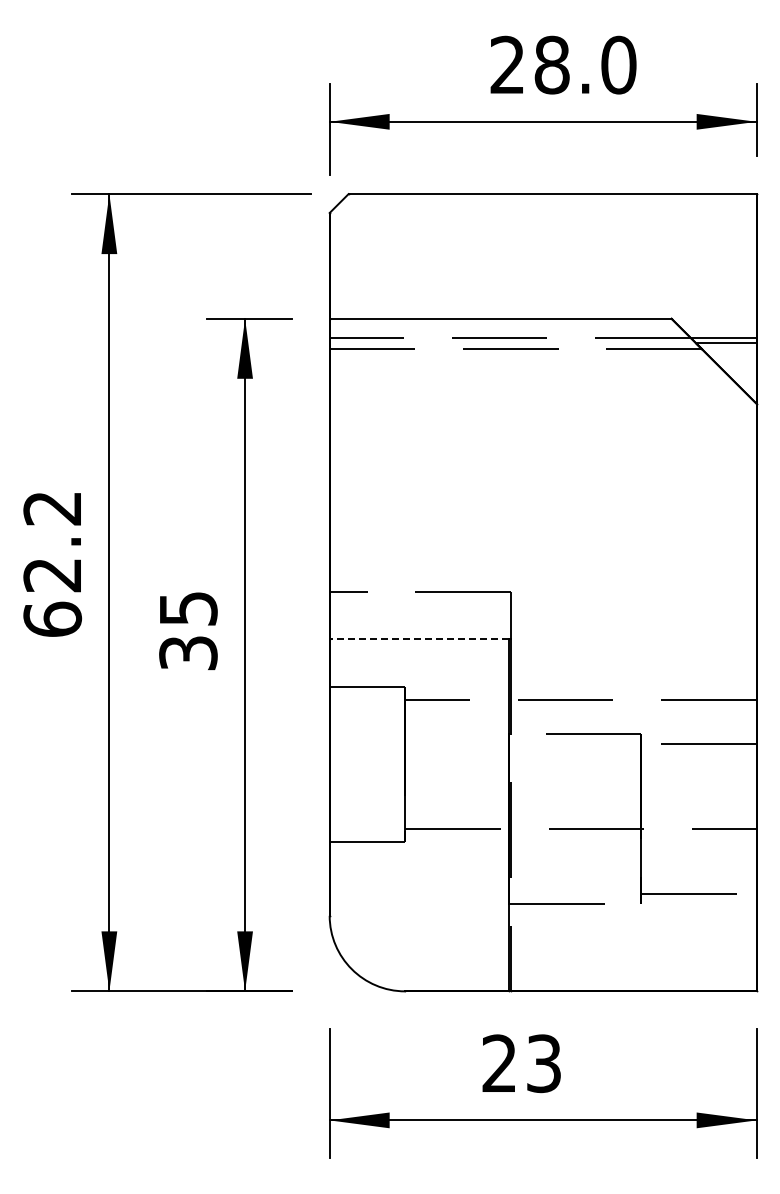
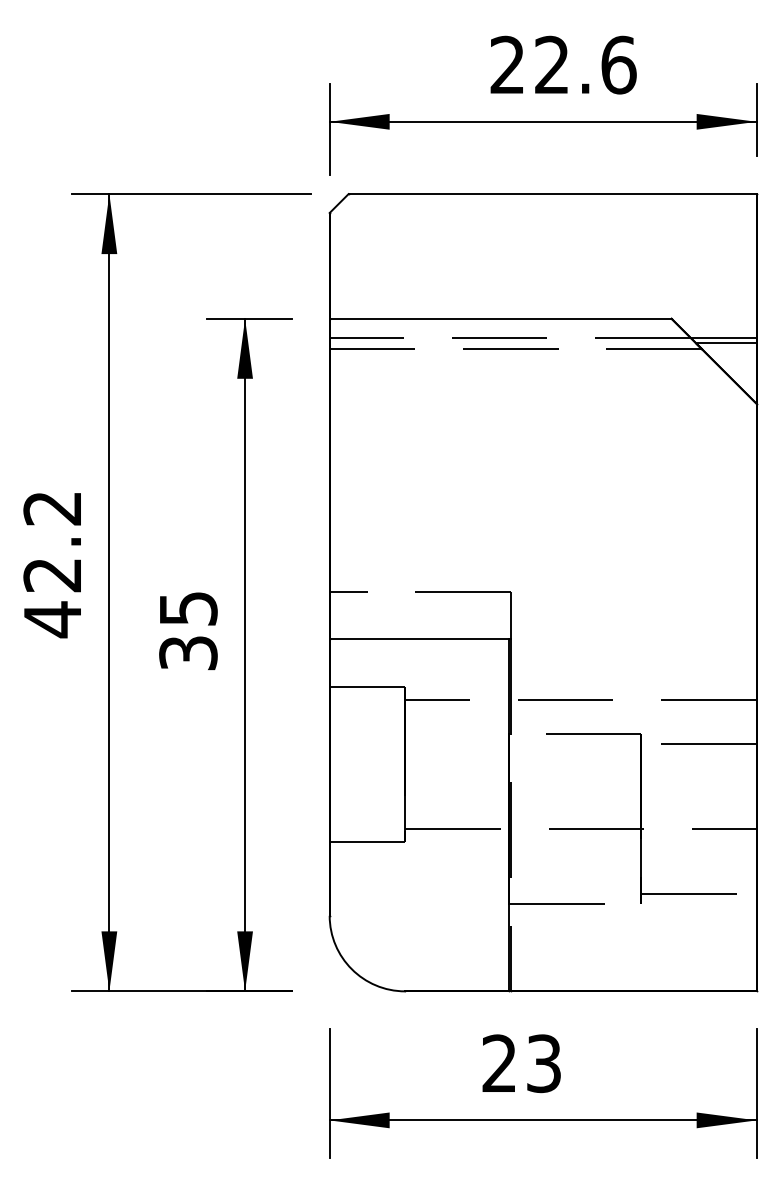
text at (585, 64): 28.0 -> 22.6
text at (52, 619): 62.2 -> 42.2
line at (419, 639): dashed -> solid
